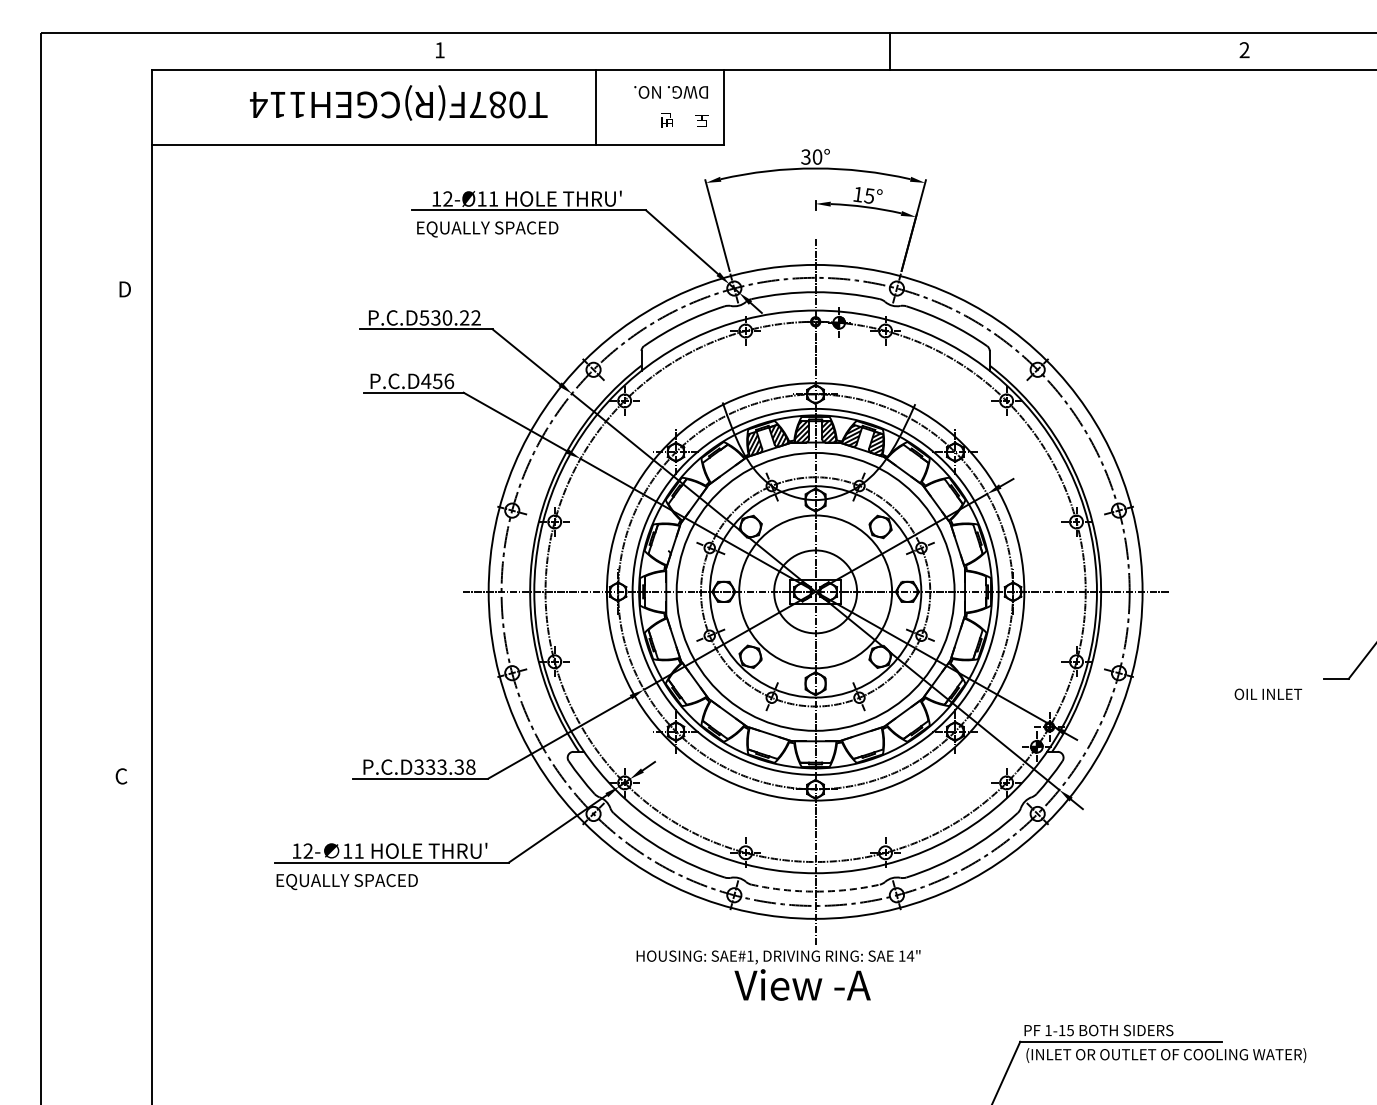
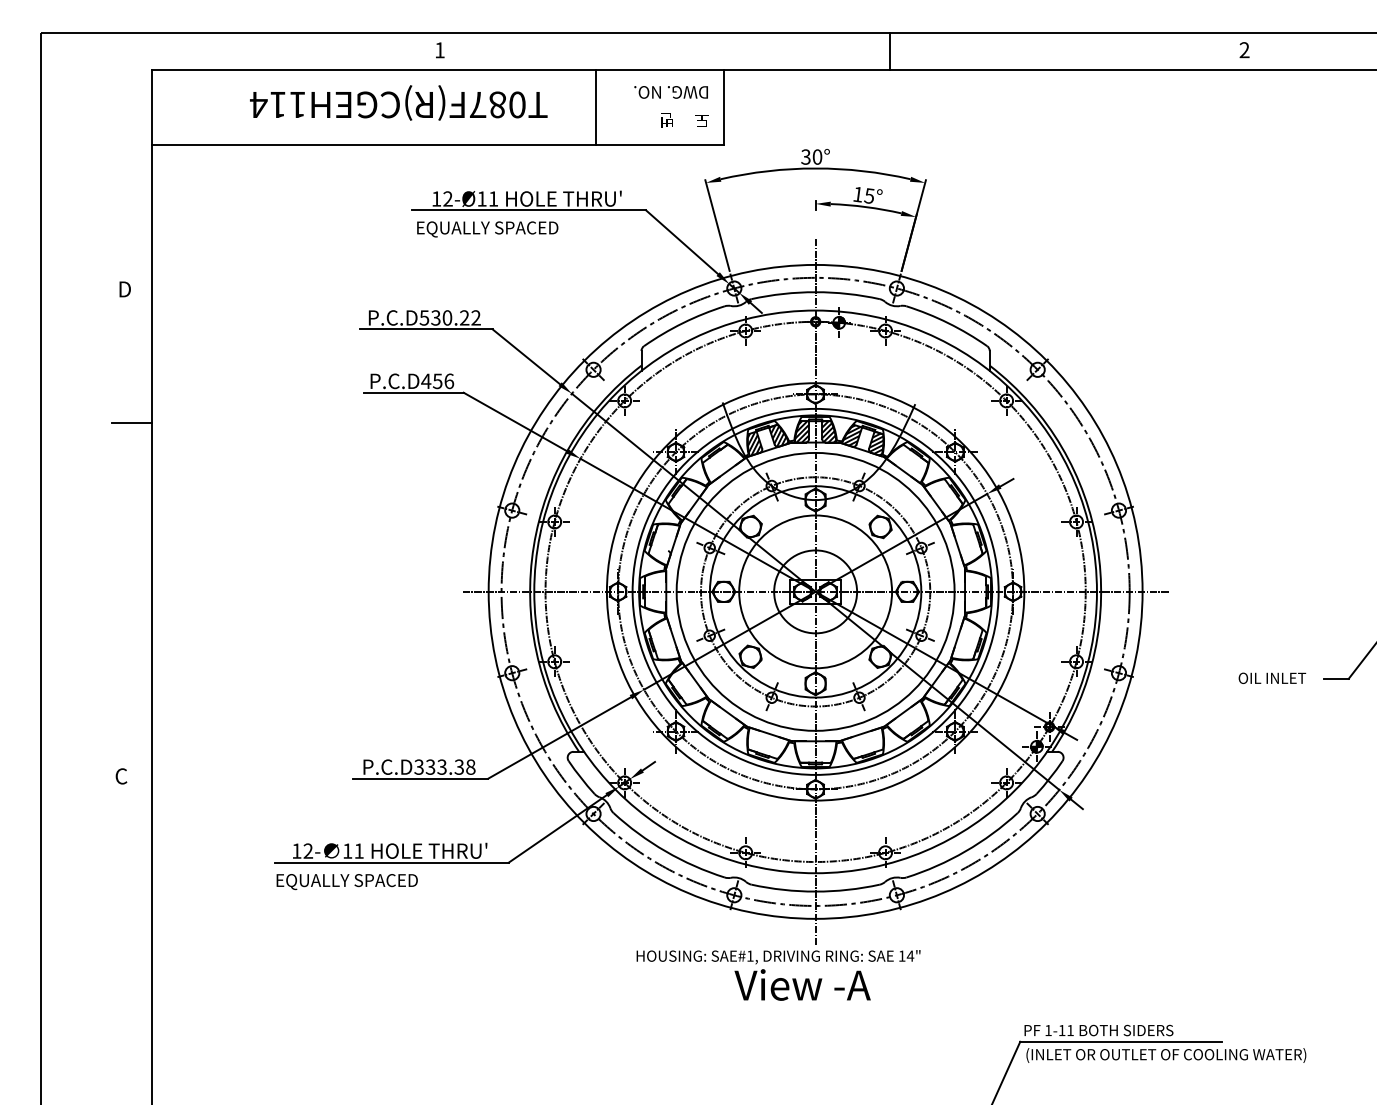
line at (132, 423): none -> present
text at (1268, 693) position: (1268, 693) -> (1272, 677)
arc at (815, 891): dashed -> solid
text at (1070, 1030): 1-15 -> 1-11
